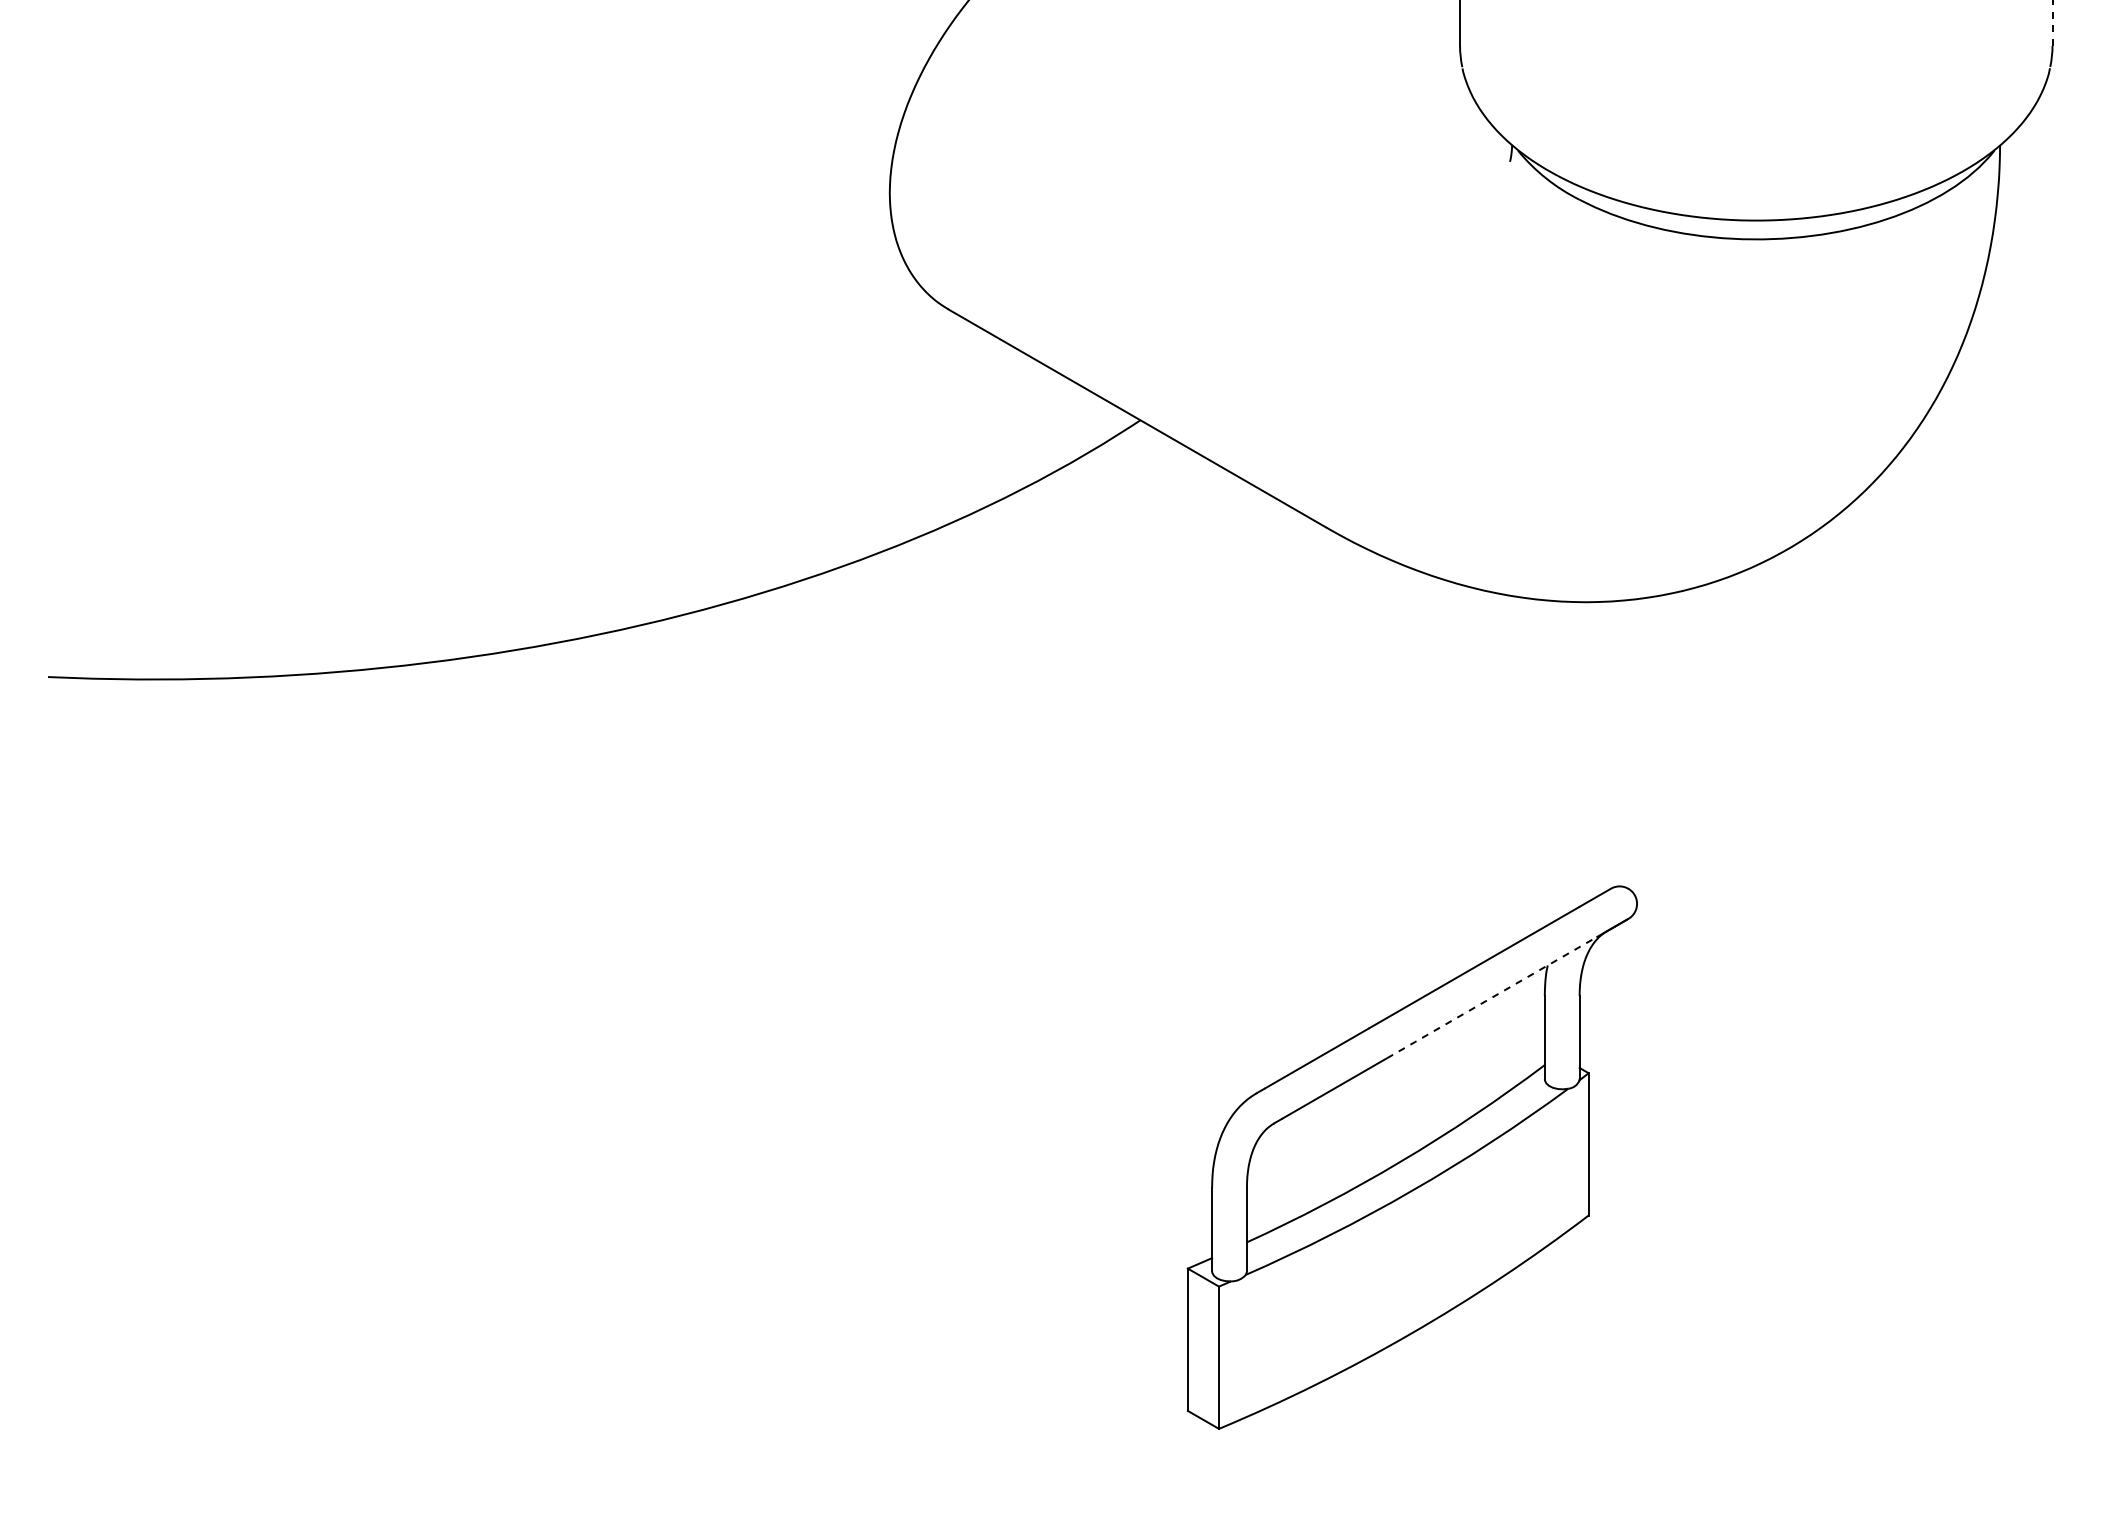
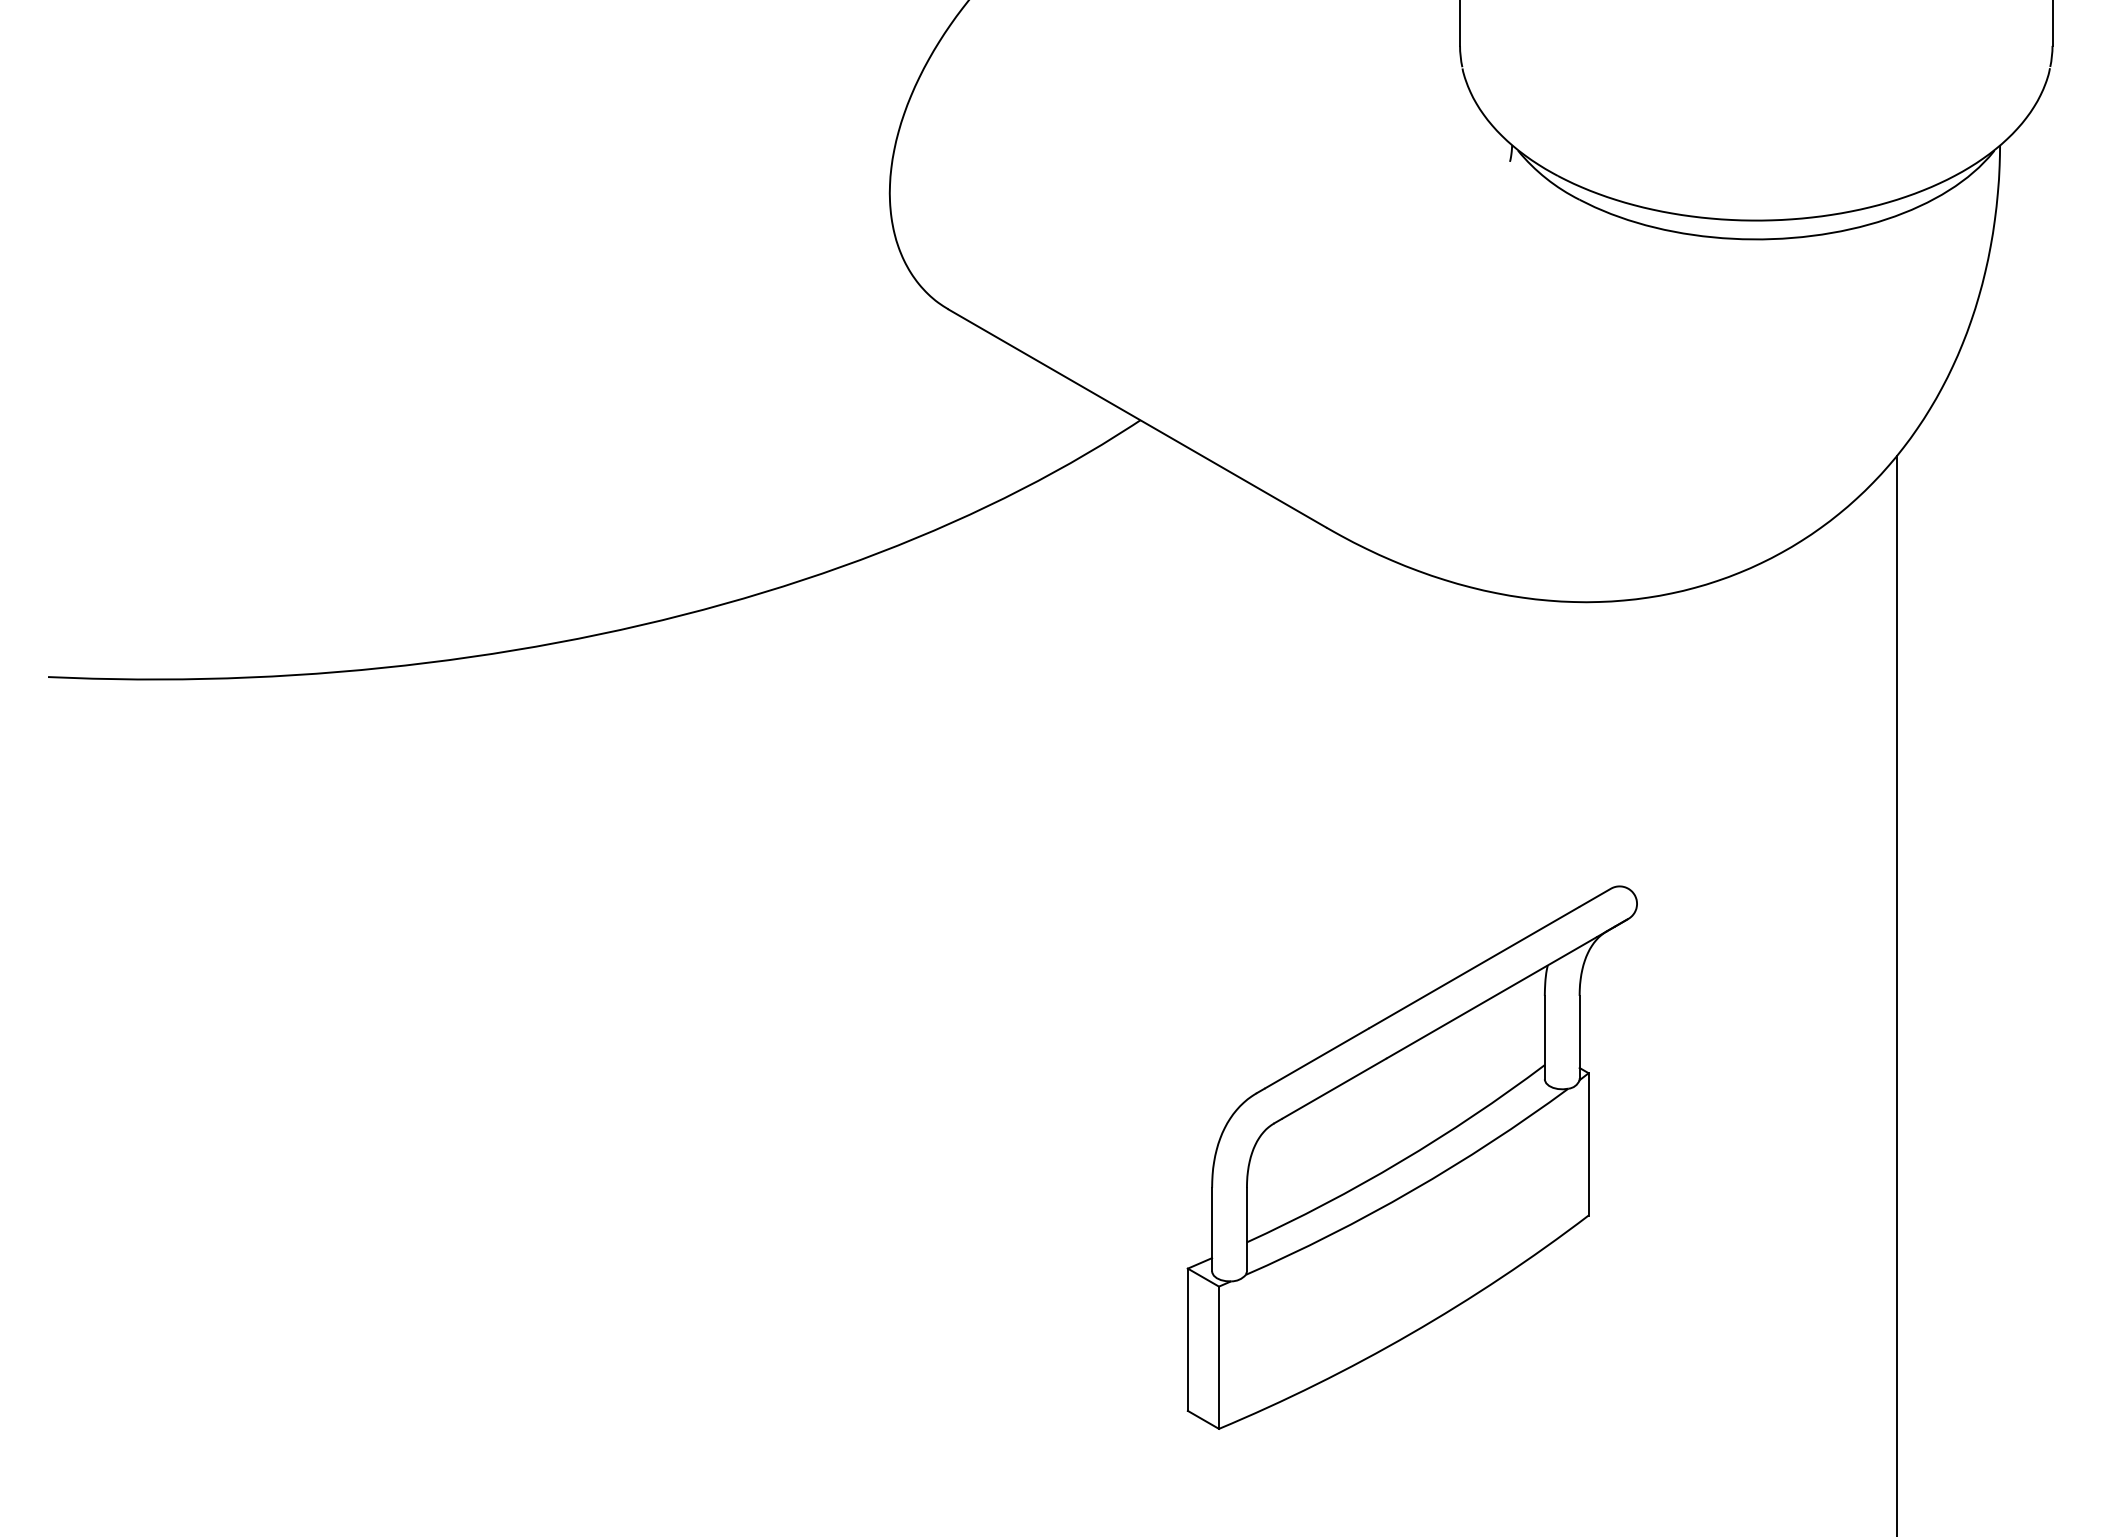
line at (2052, 22): dashed -> solid
line at (1897, 994): none -> present
line at (1491, 997): dashed -> solid
